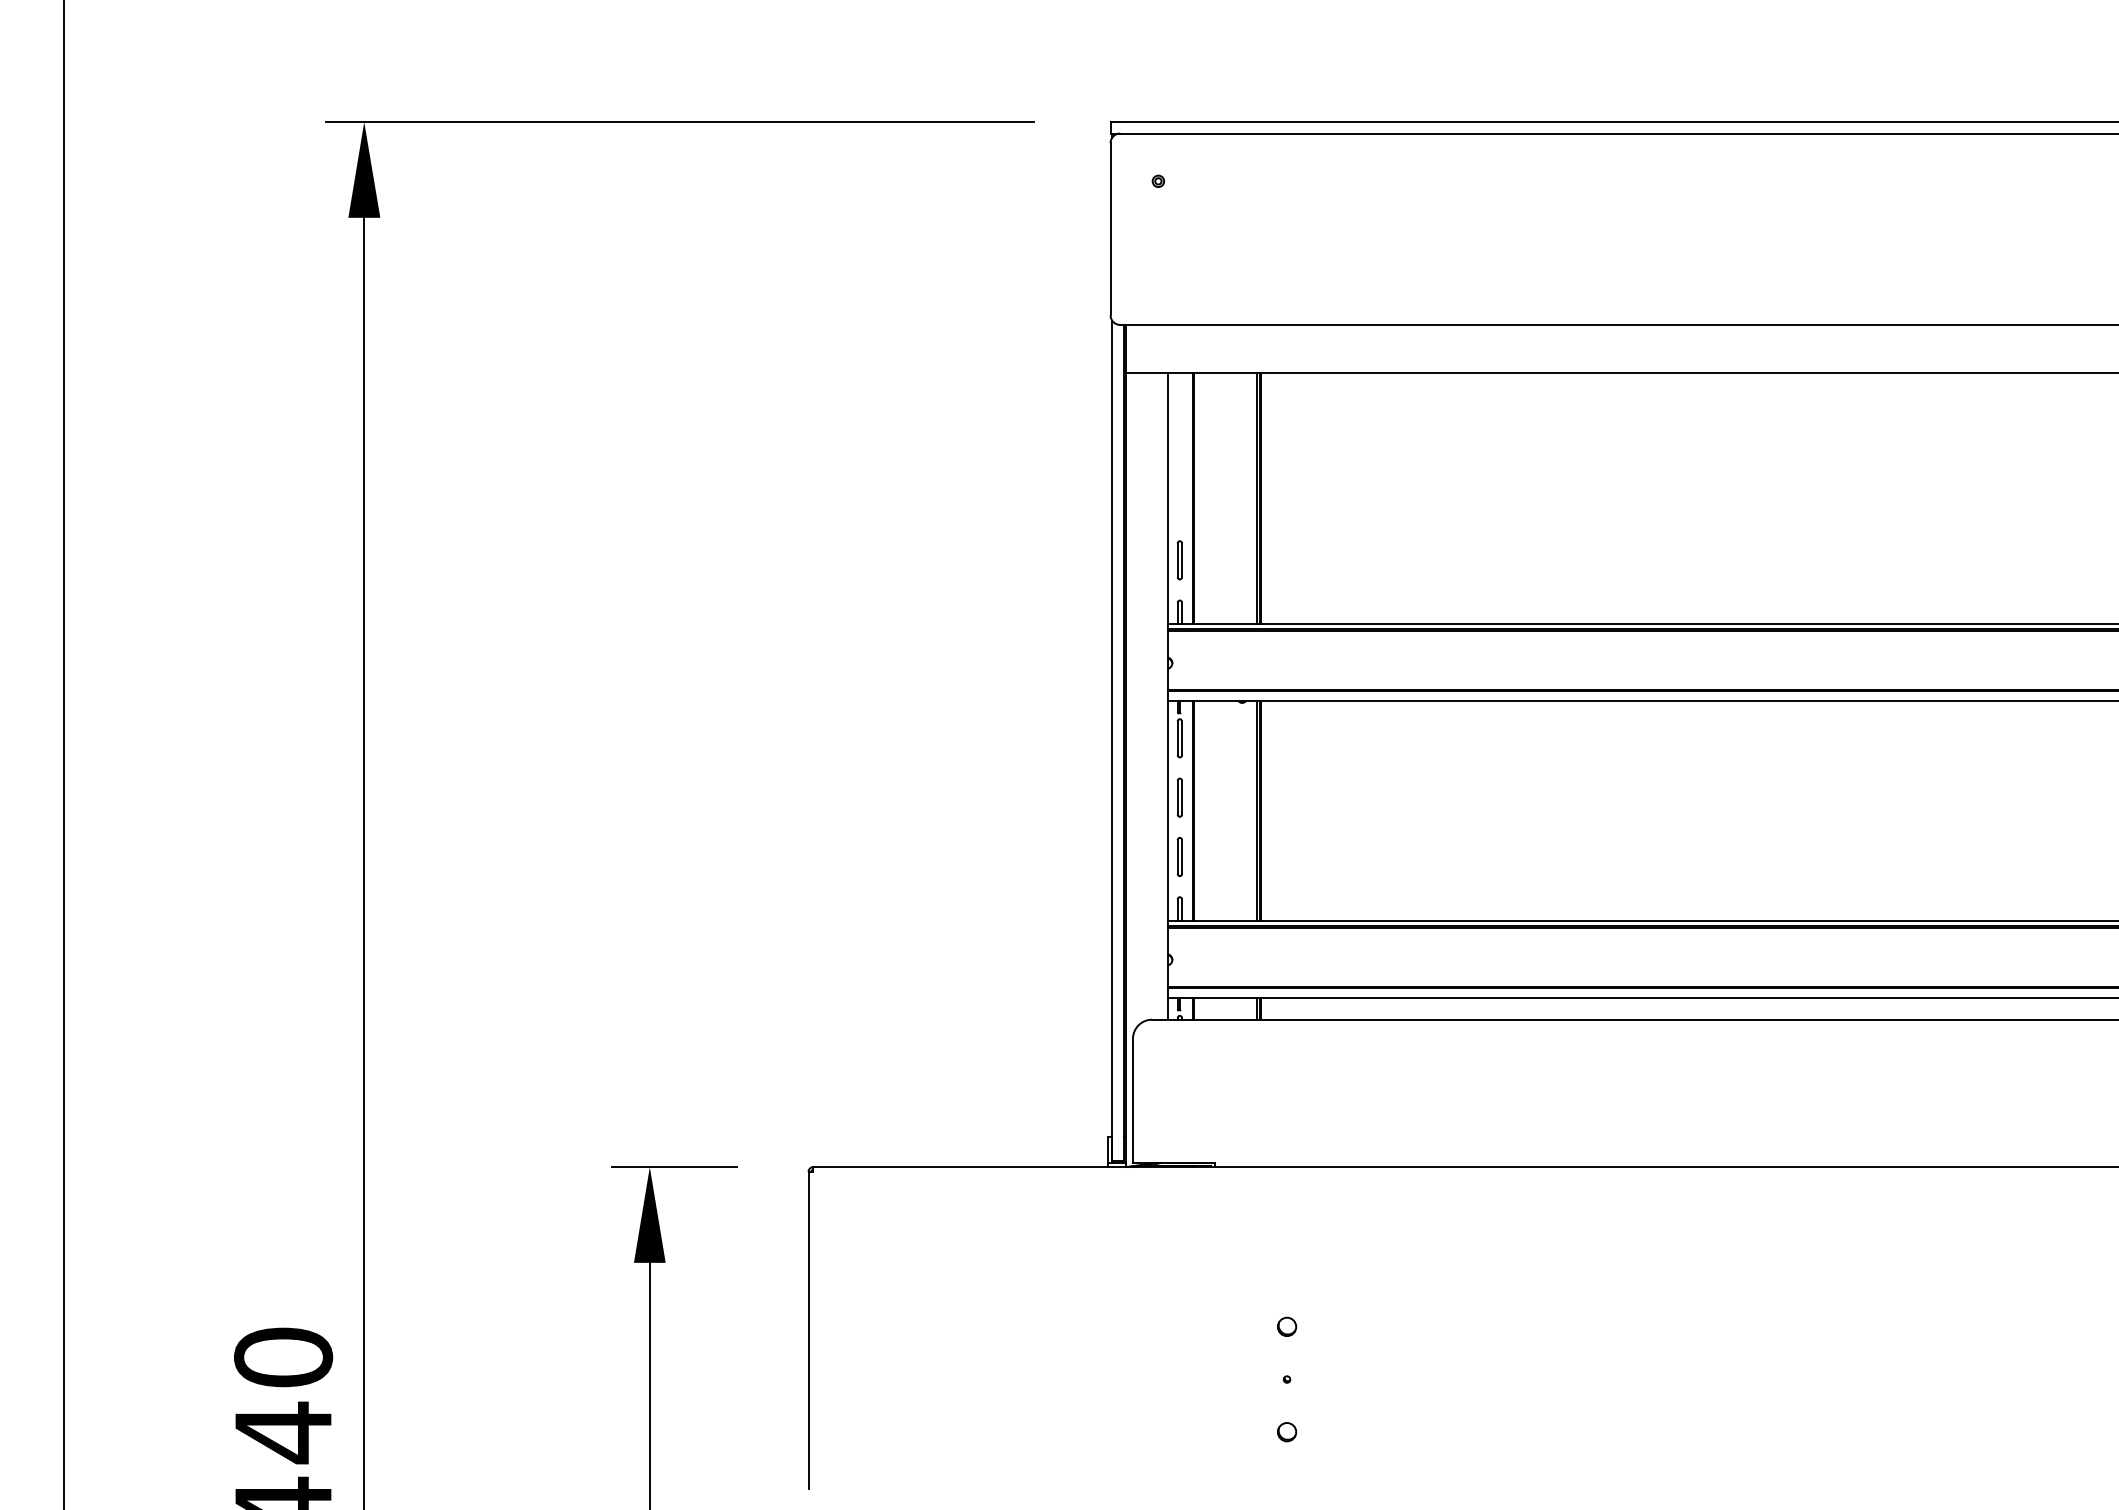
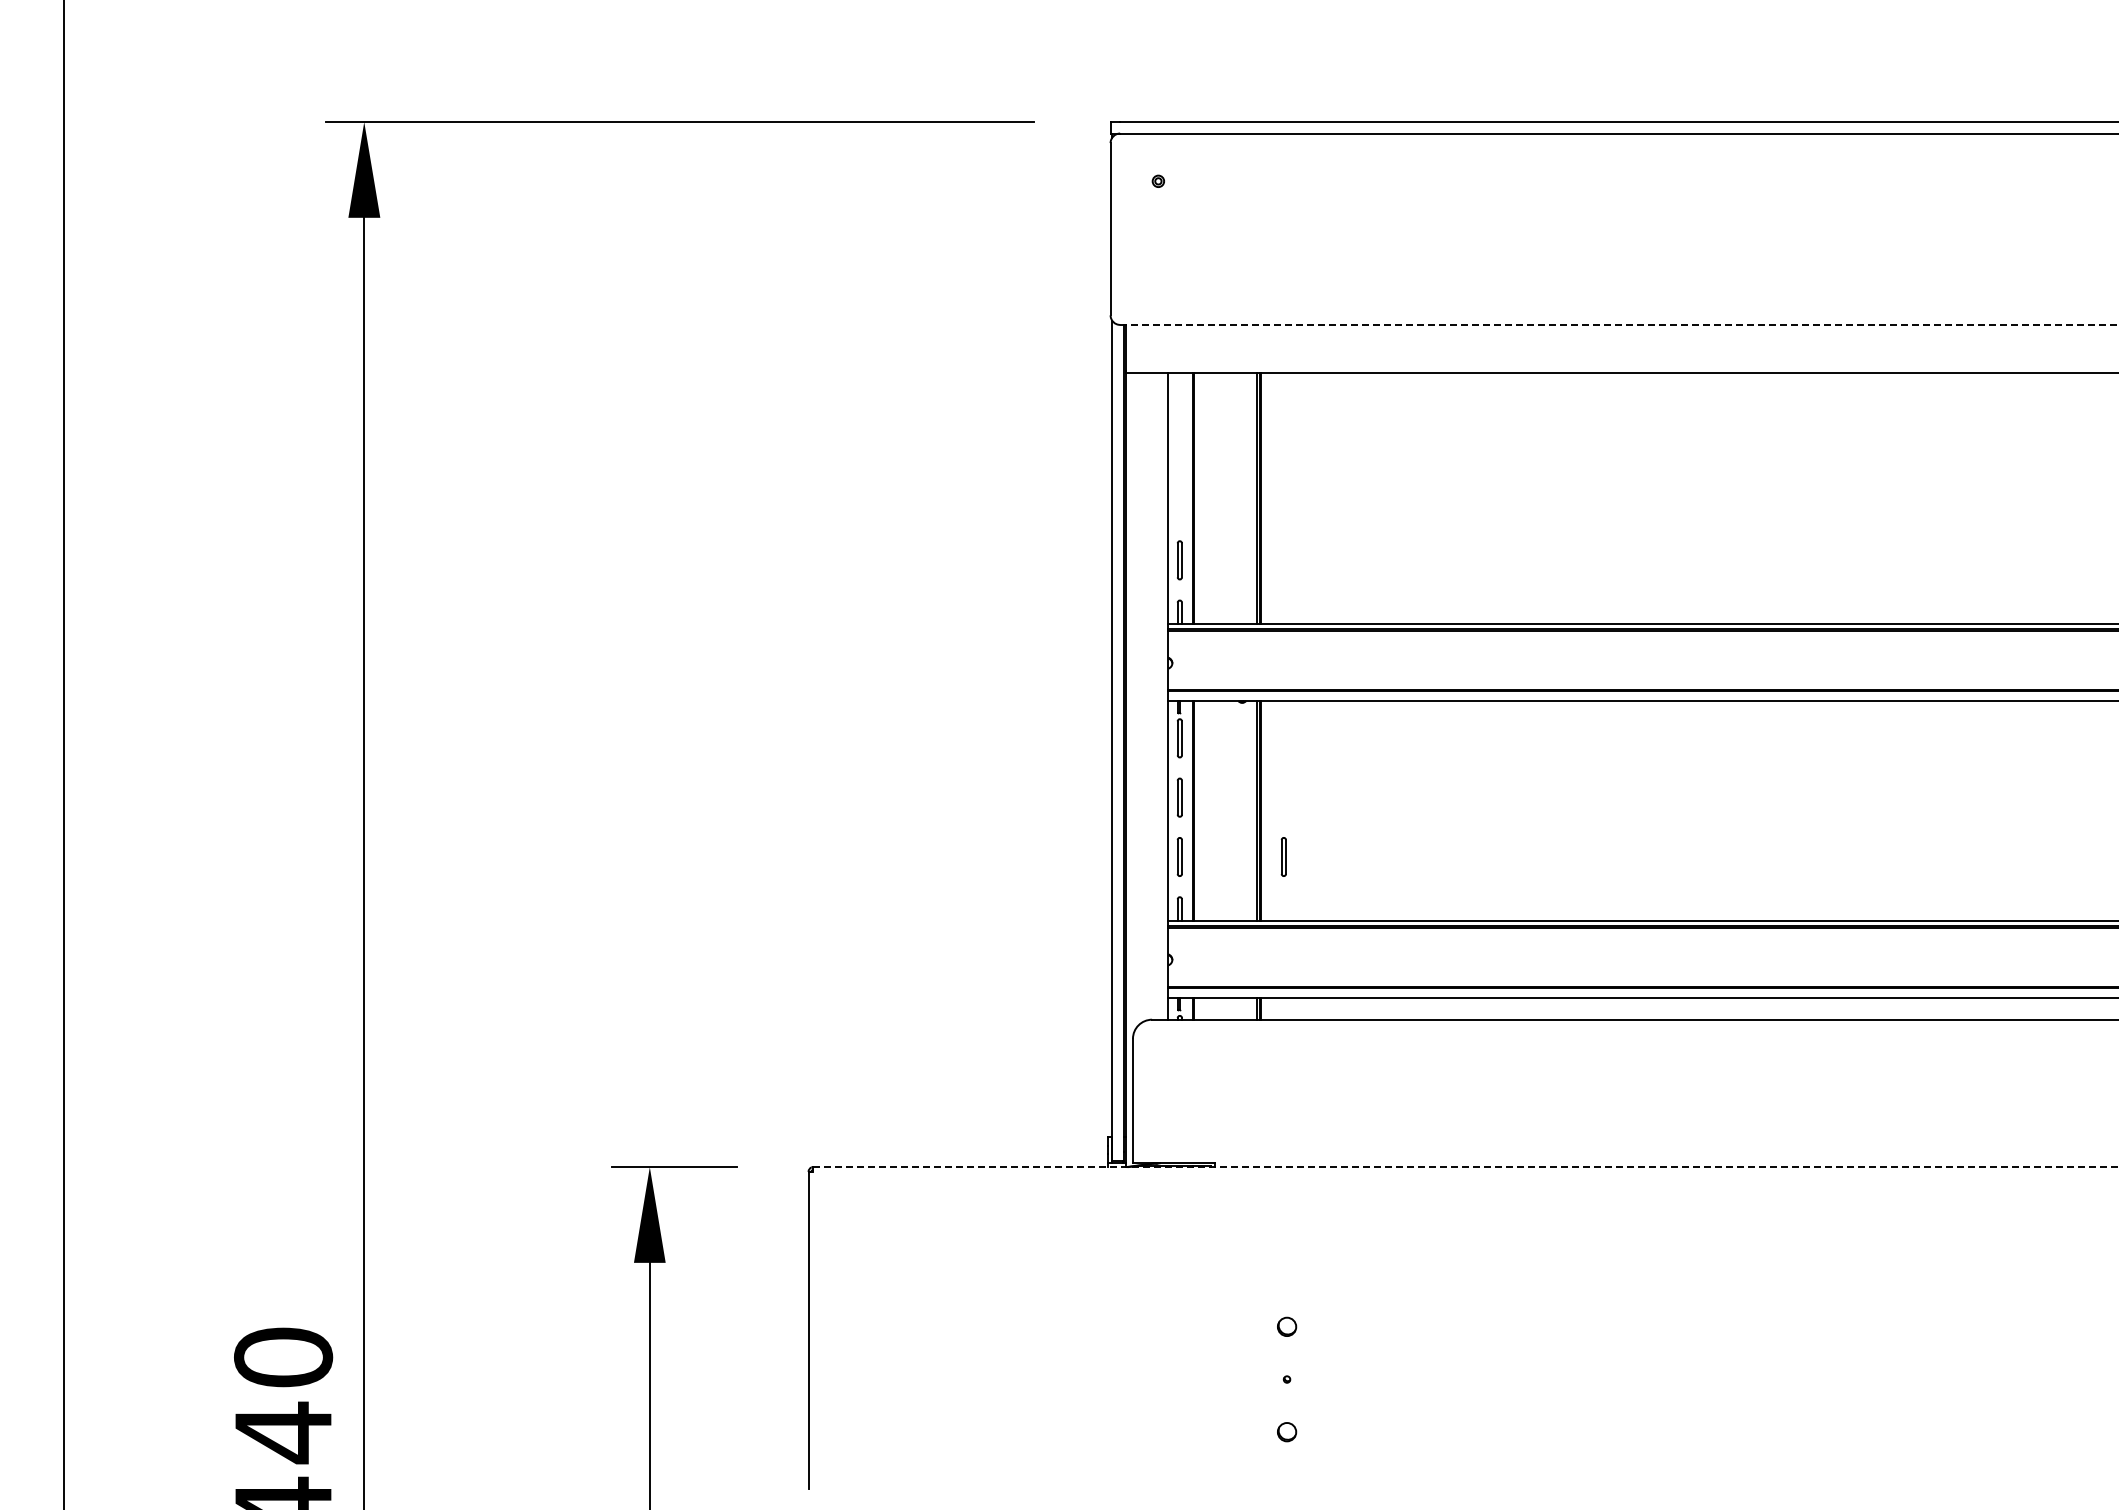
line at (1619, 324): solid -> dashed
part at (1283, 856): none -> present
line at (1466, 1167): solid -> dashed
